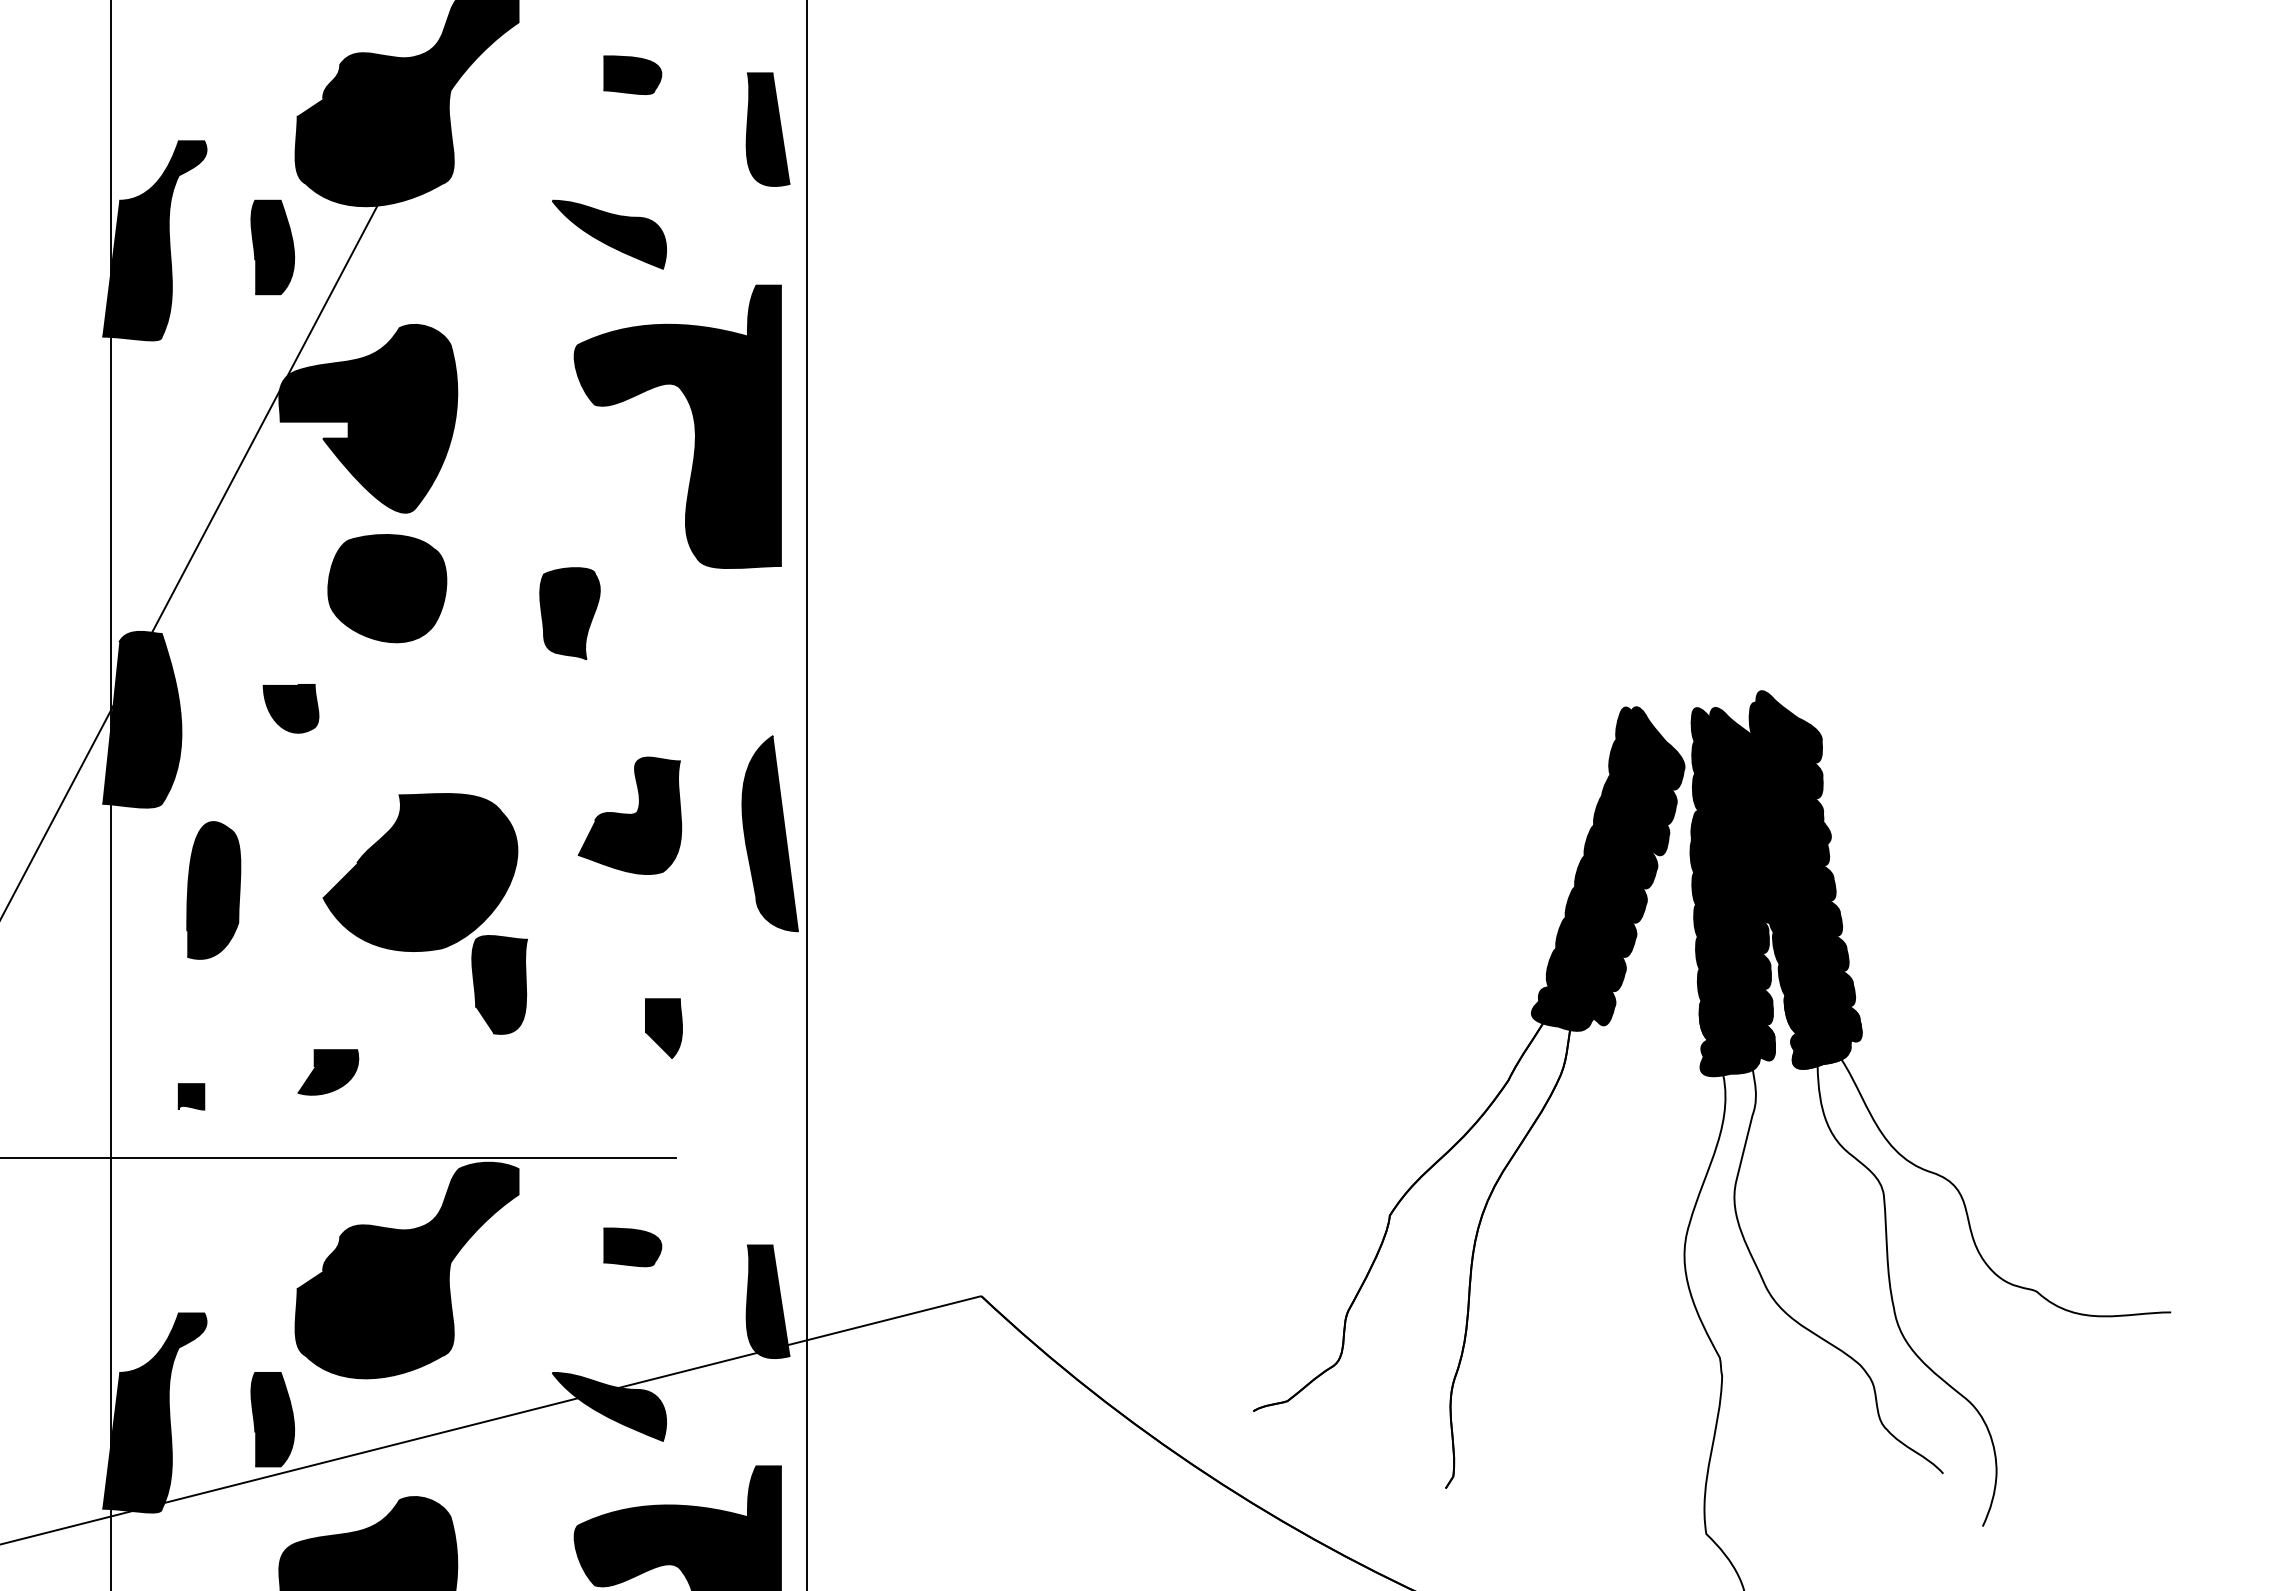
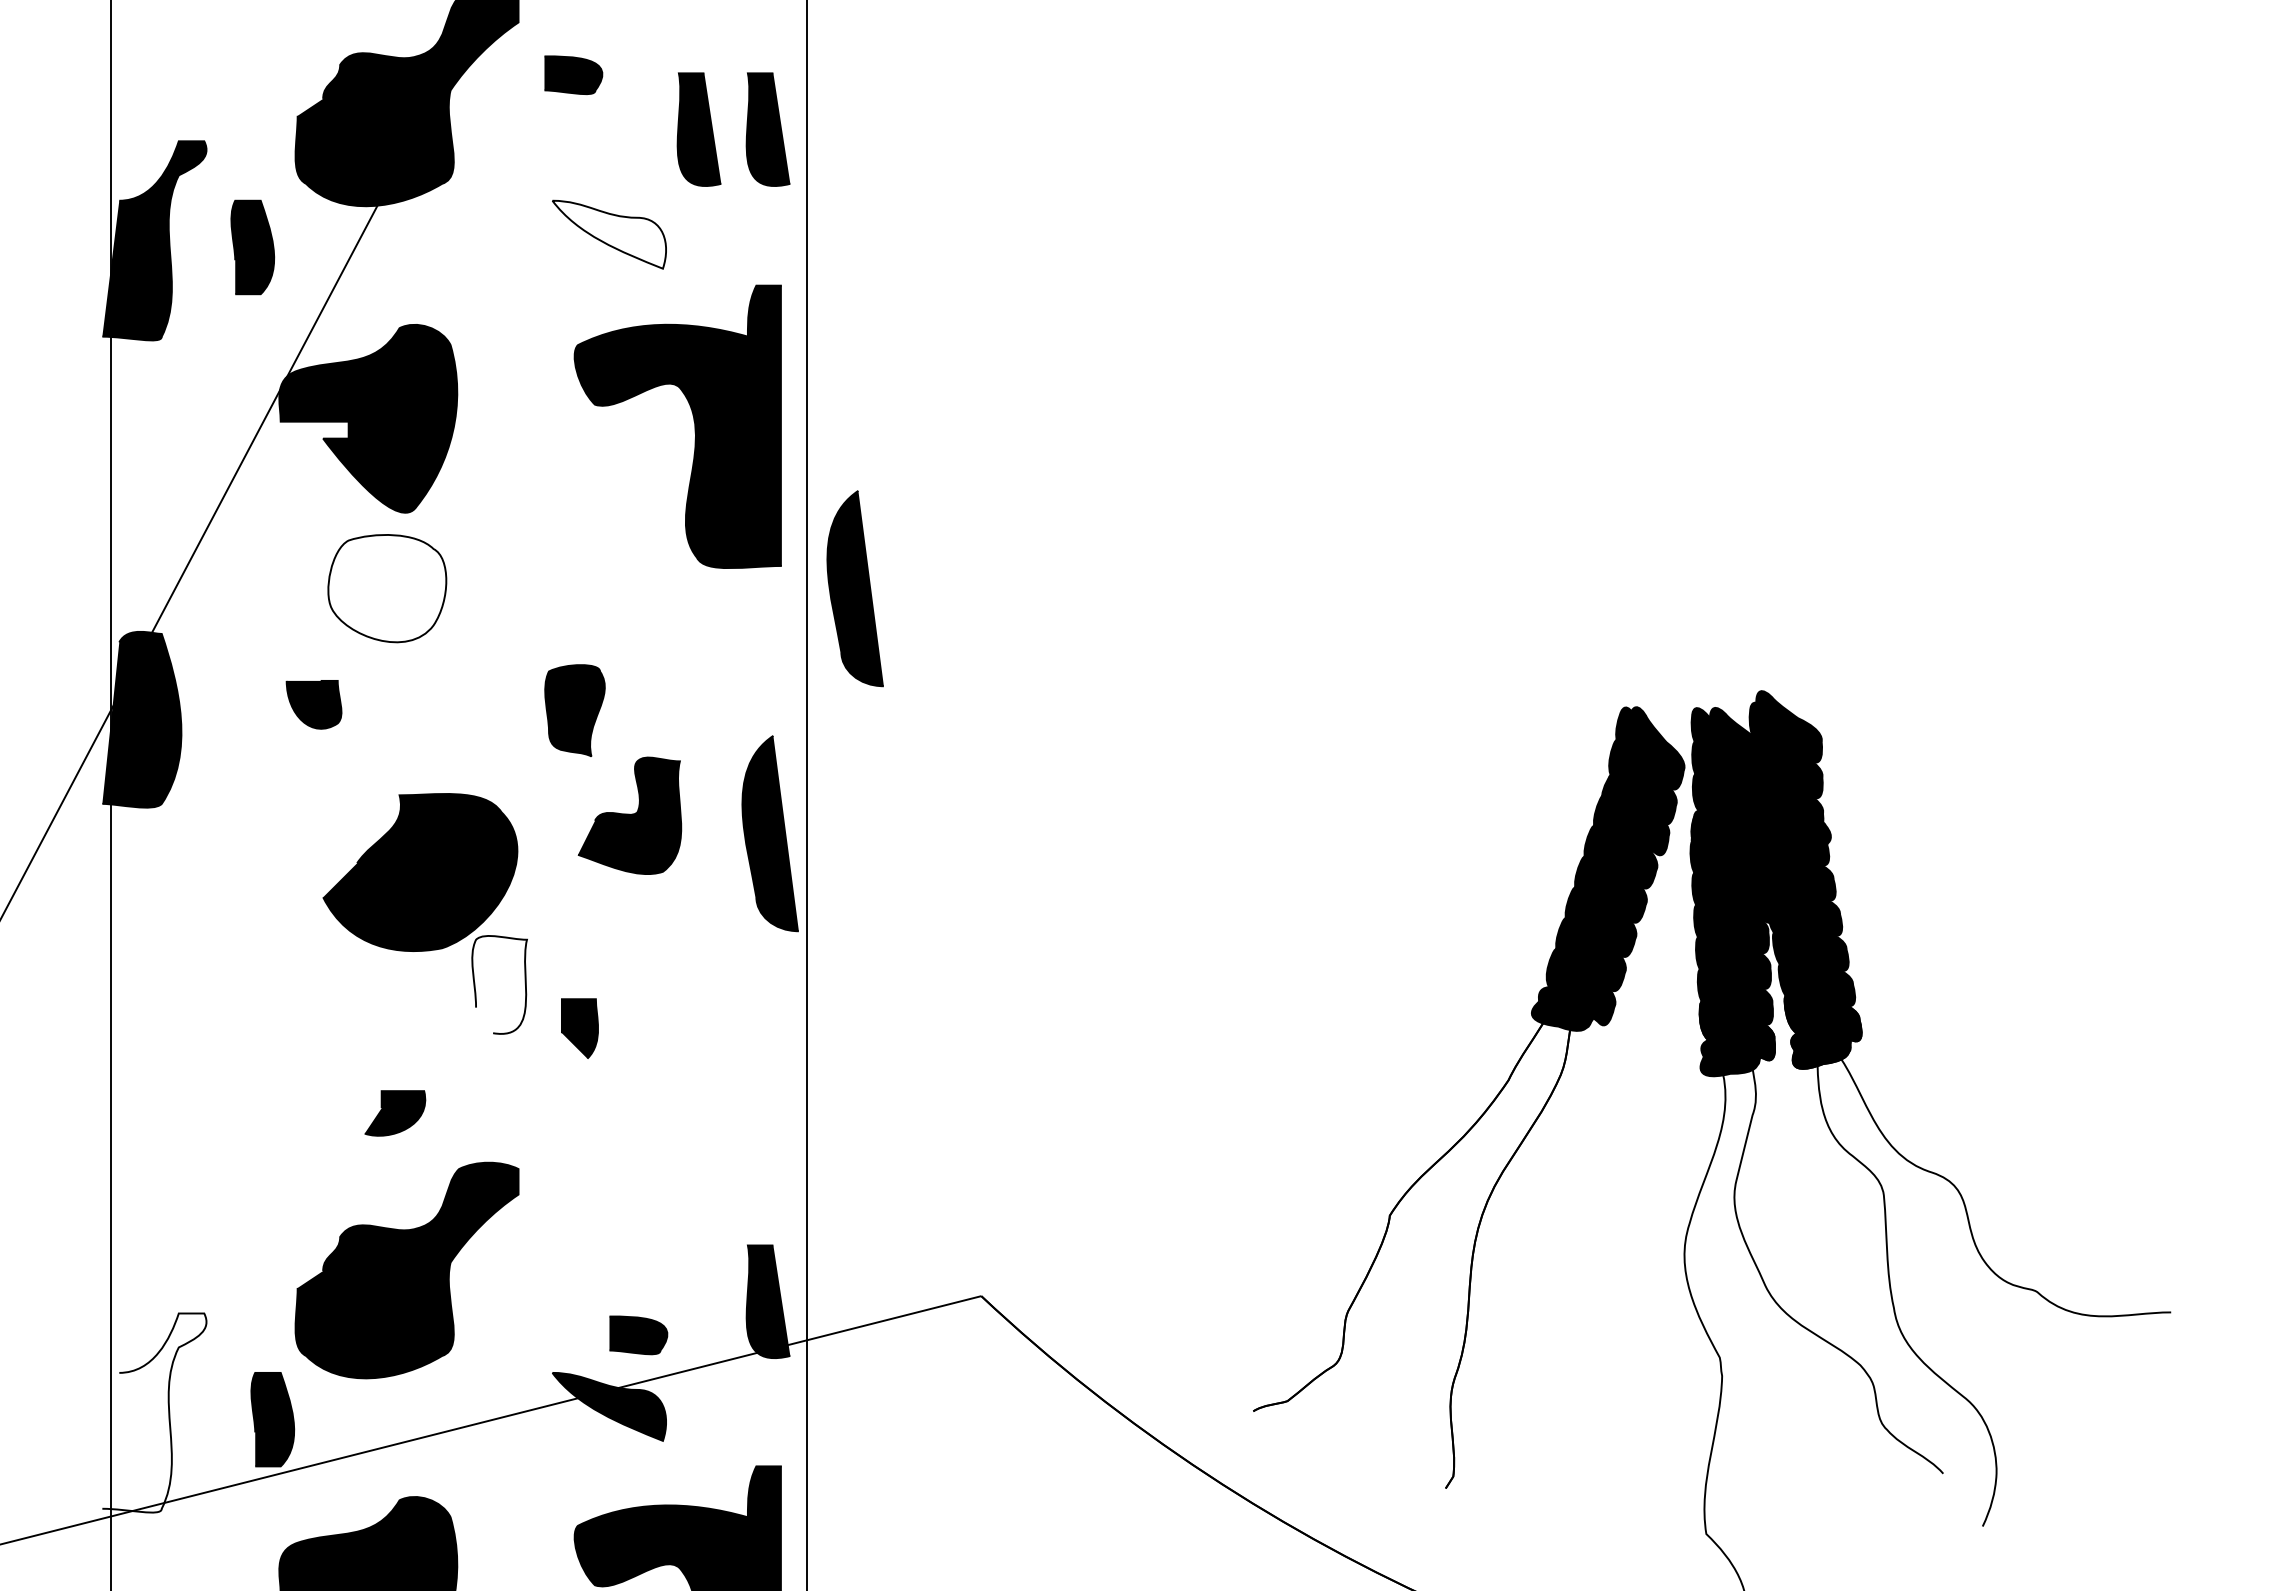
part at (632, 74) position: (632, 74) -> (573, 74)
part at (698, 129): none -> present
fill at (609, 234): present -> none
part at (272, 247) position: (272, 247) -> (252, 247)
fill at (387, 588): present -> none
part at (854, 588): none -> present
part at (569, 613) position: (569, 613) -> (574, 710)
part at (290, 708) position: (290, 708) -> (313, 704)
part at (213, 890): present -> none
fill at (499, 984): present -> none
part at (663, 1028) position: (663, 1028) -> (579, 1028)
part at (328, 1072) position: (328, 1072) -> (395, 1113)
part at (191, 1096): present -> none
line at (338, 1158): present -> none
part at (632, 1247) position: (632, 1247) -> (638, 1335)
fill at (154, 1412): present -> none
